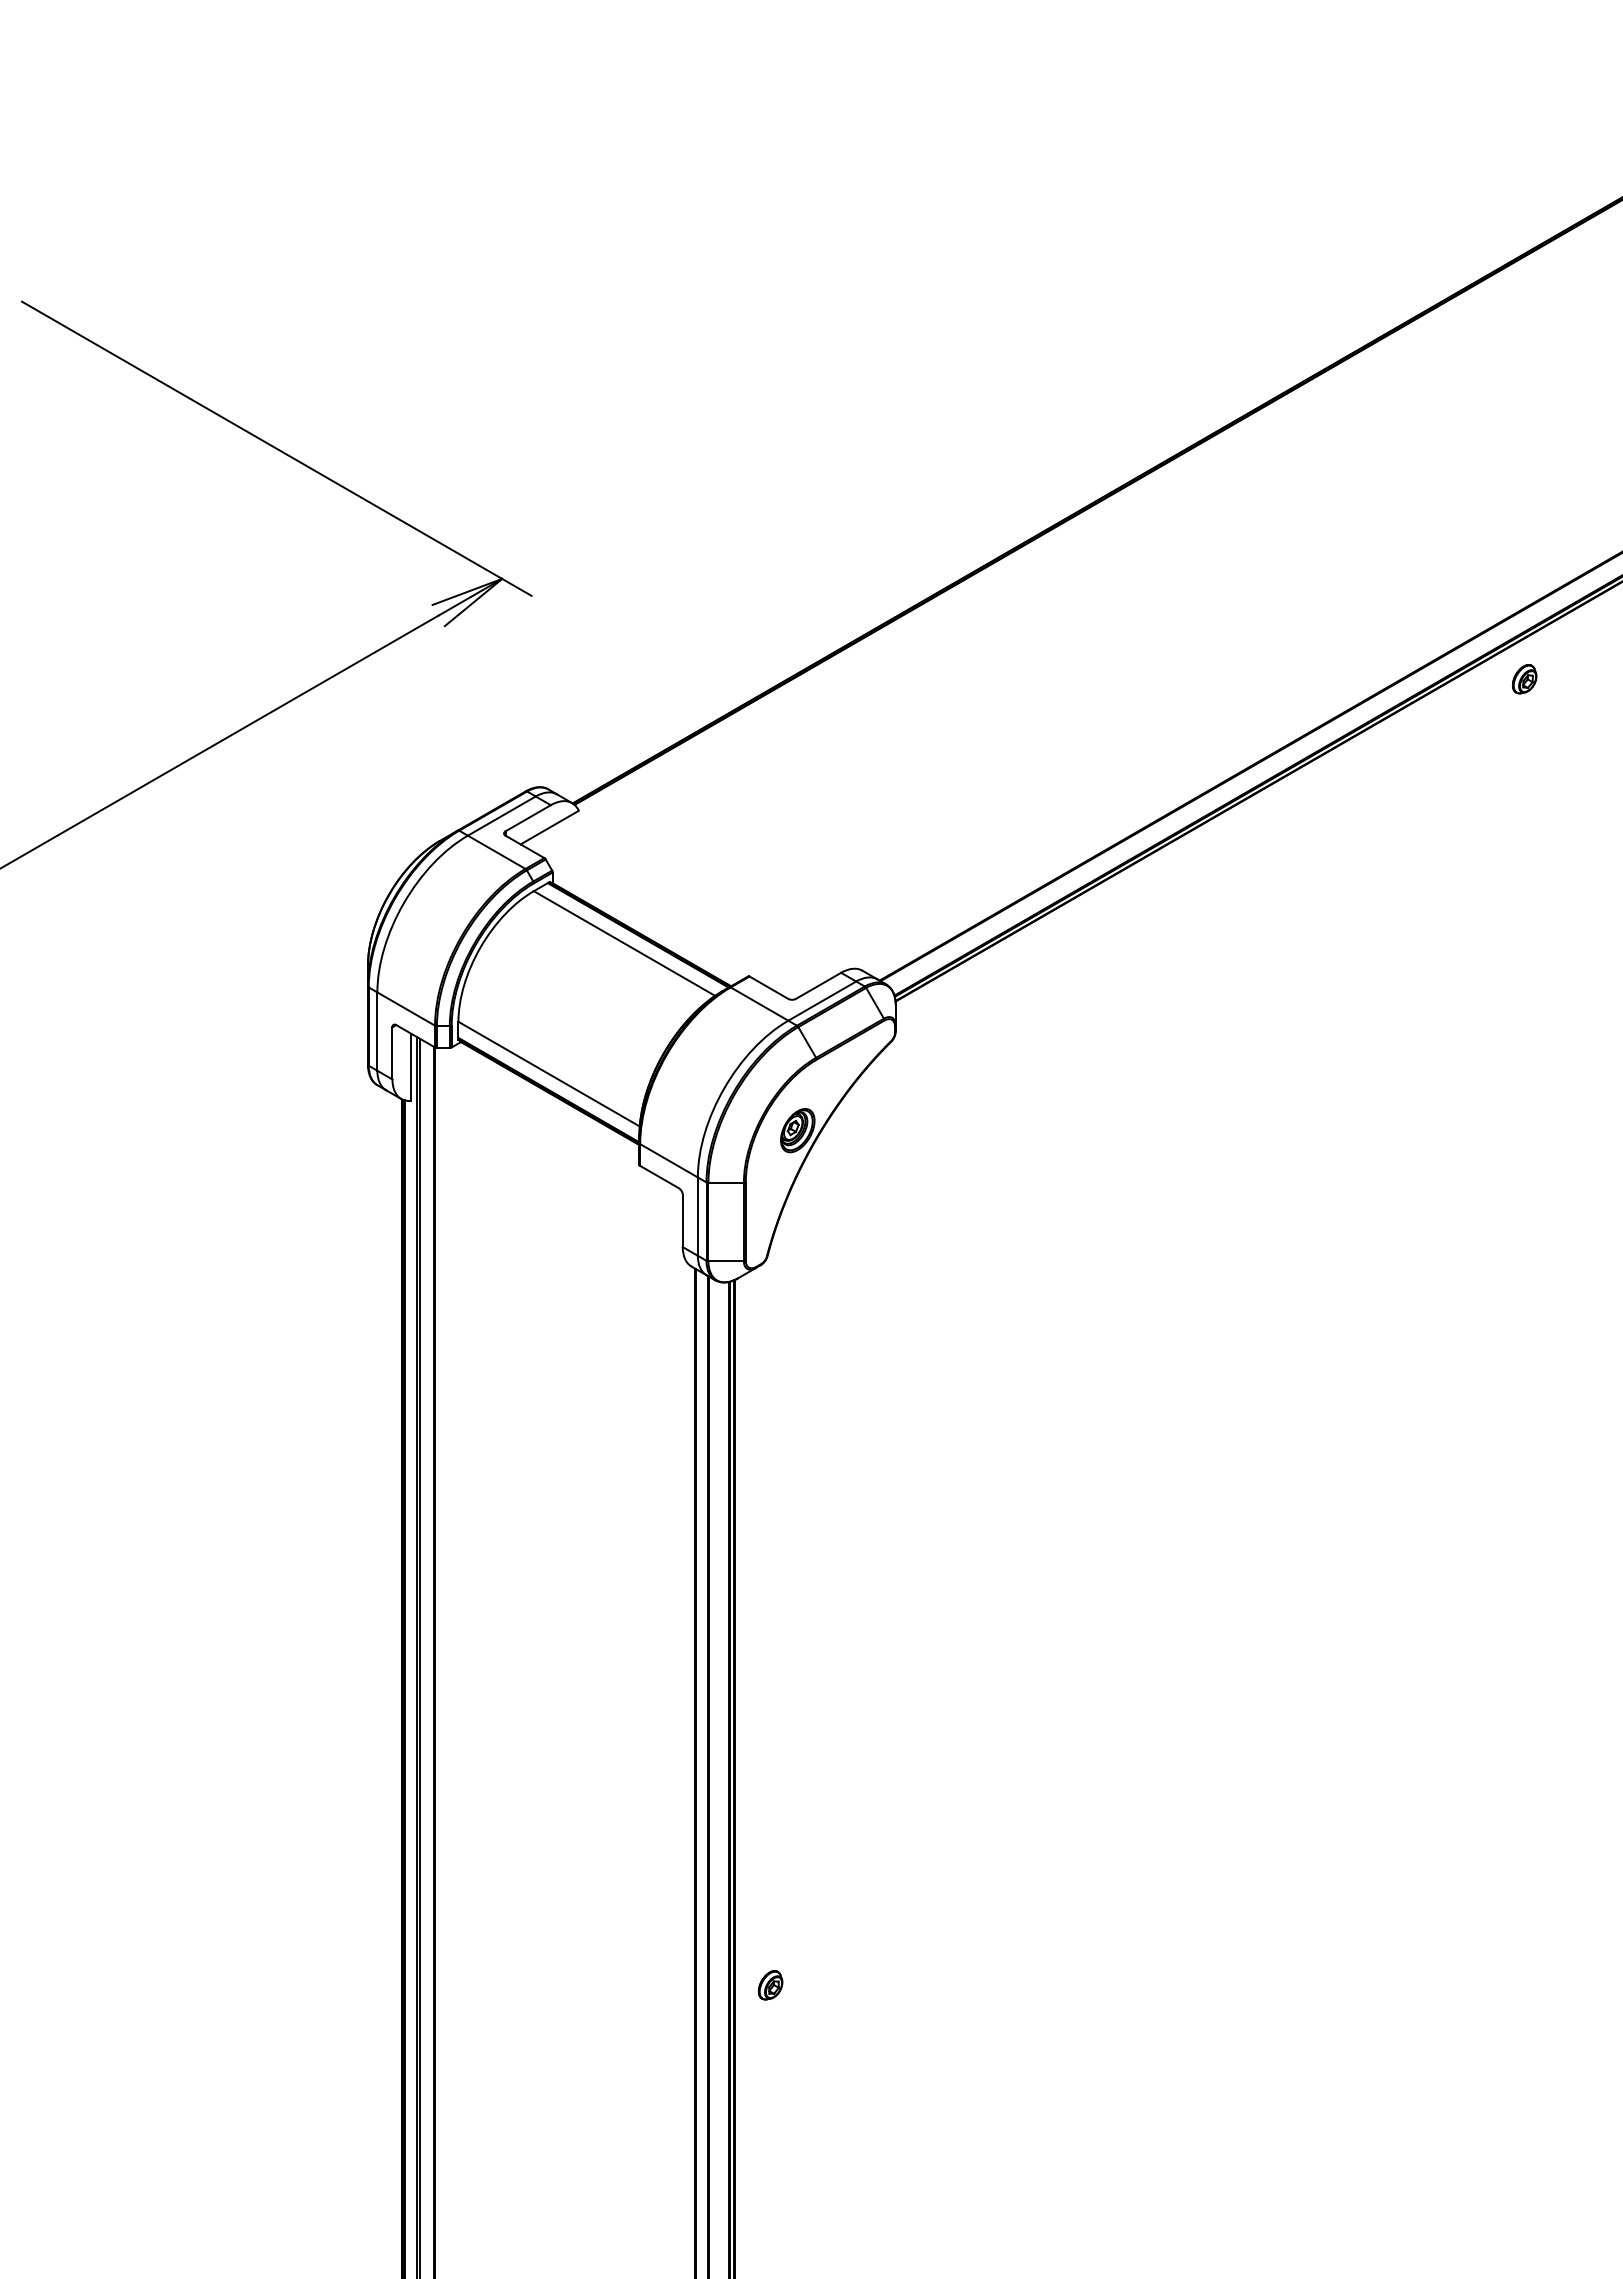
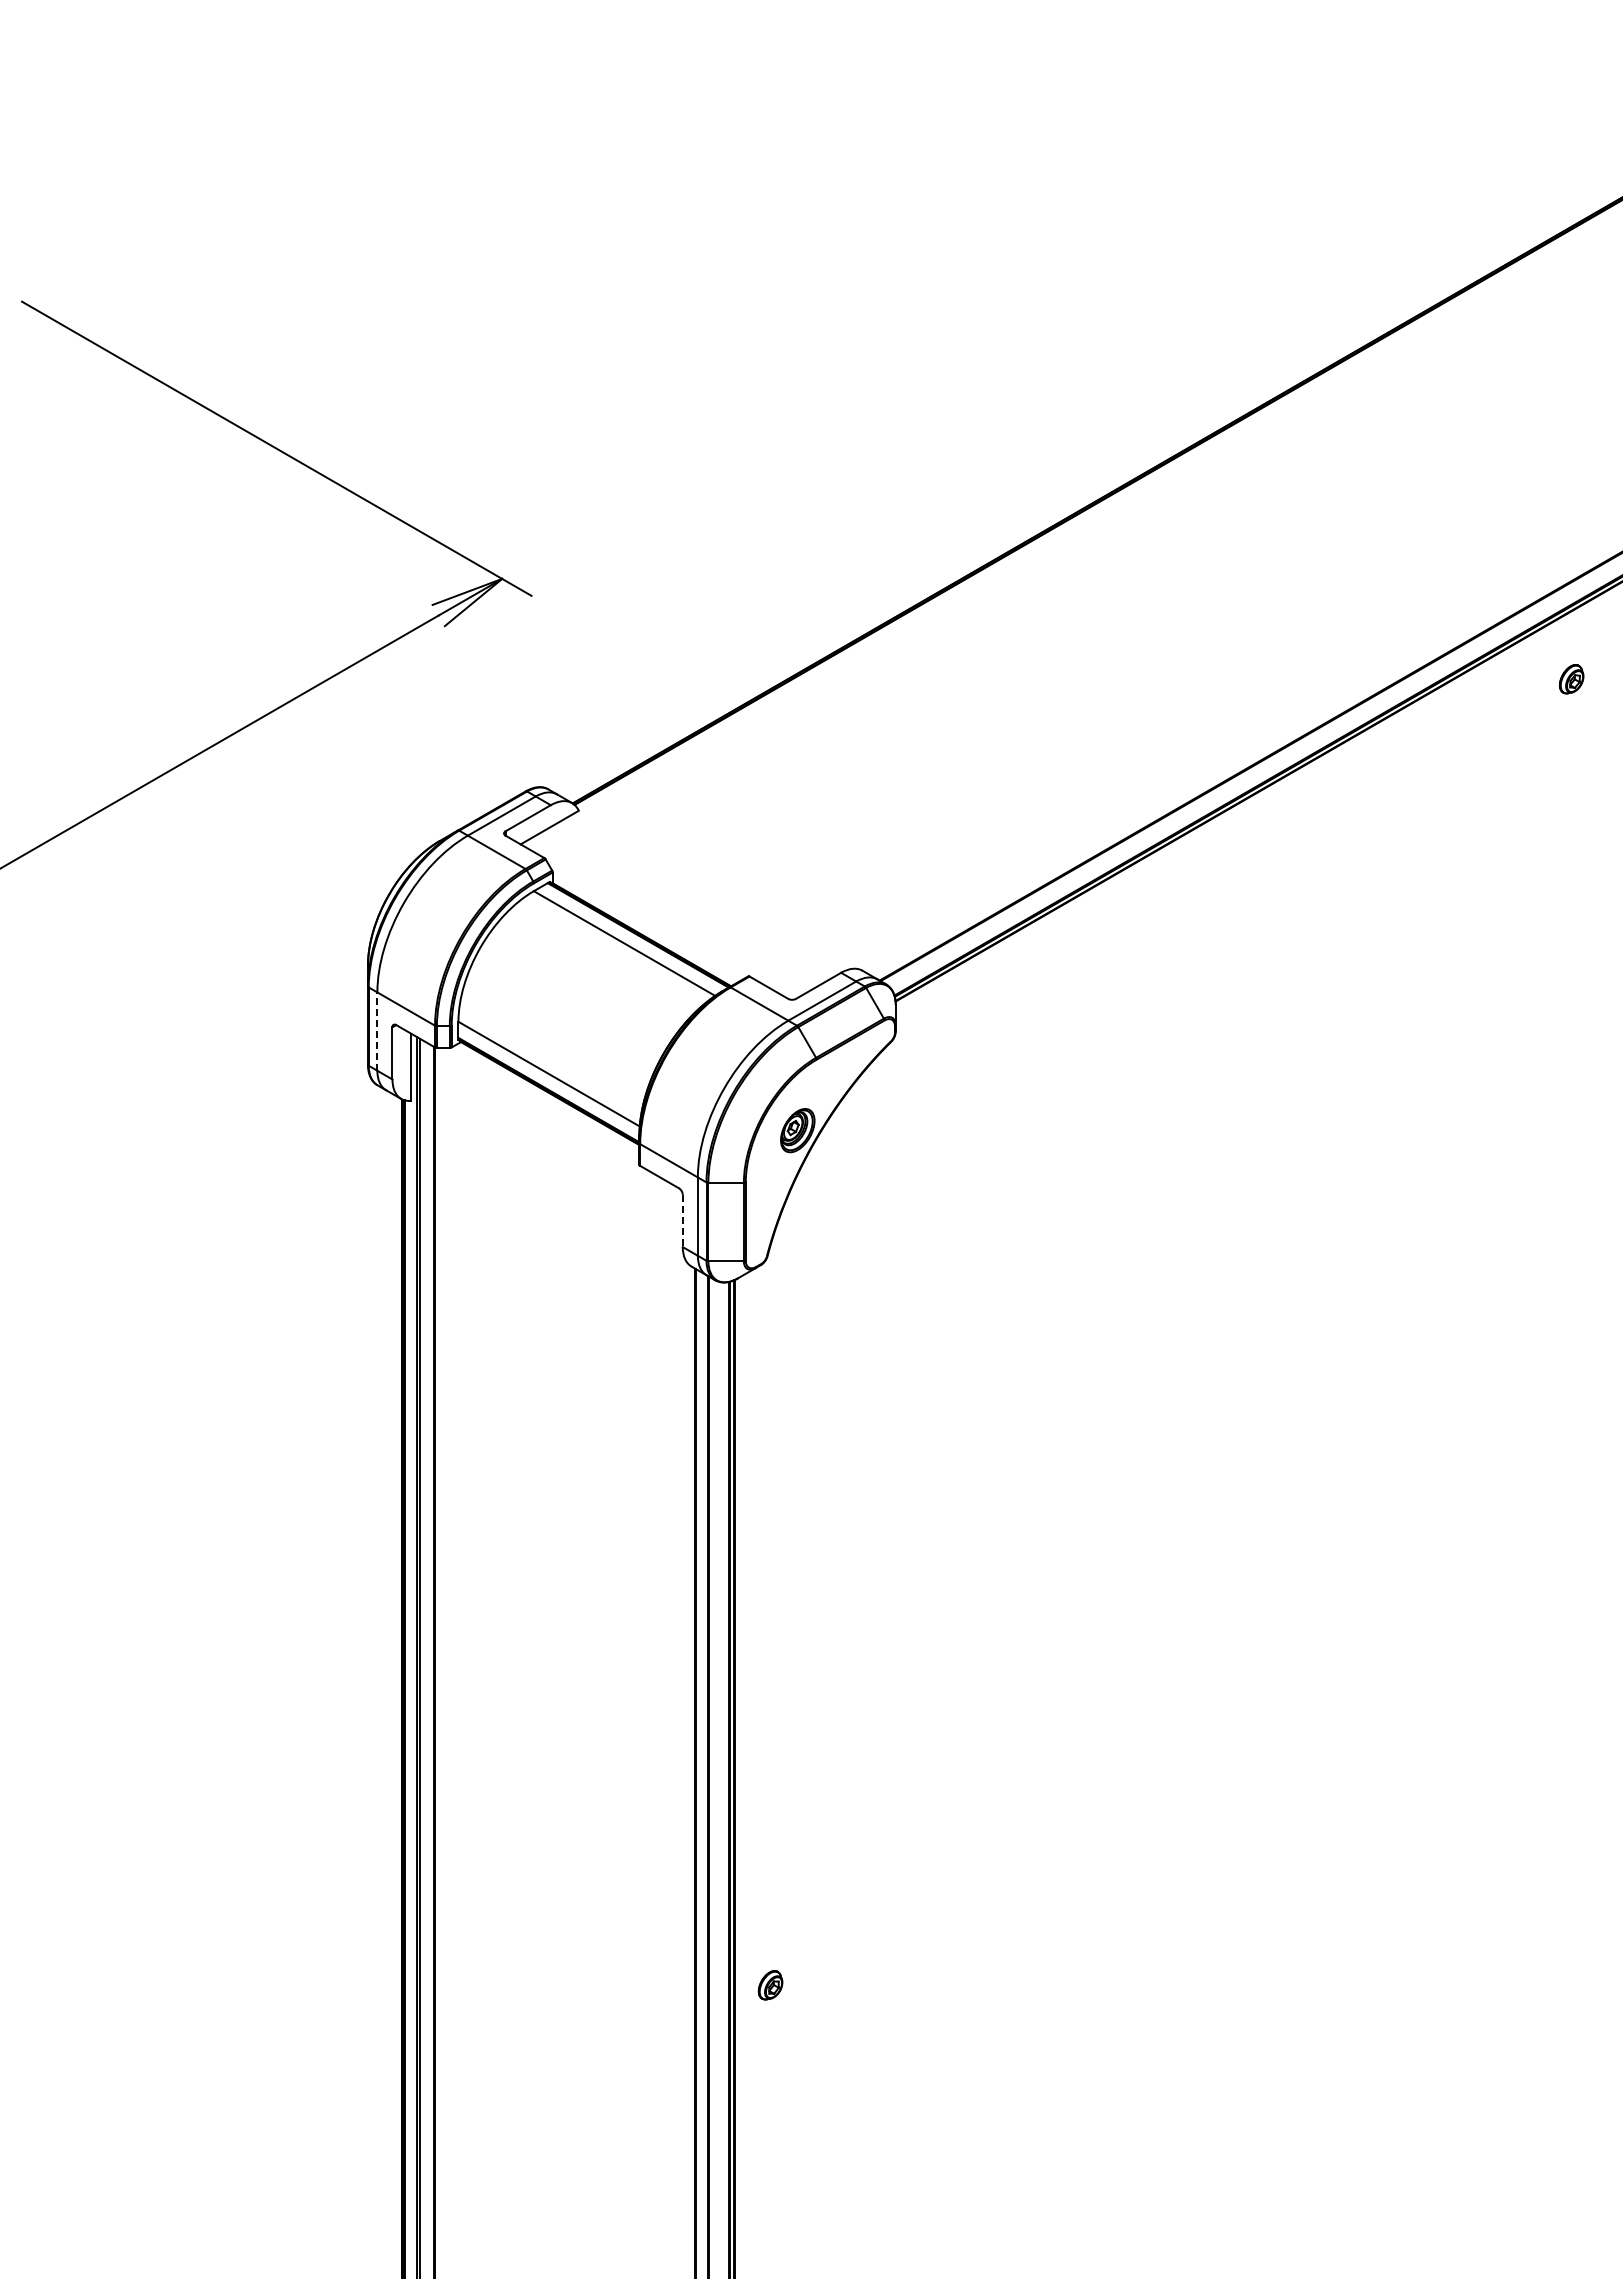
part at (1524, 679) position: (1524, 679) -> (1571, 679)
line at (377, 1031): solid -> dashed
line at (682, 1221): solid -> dashed
